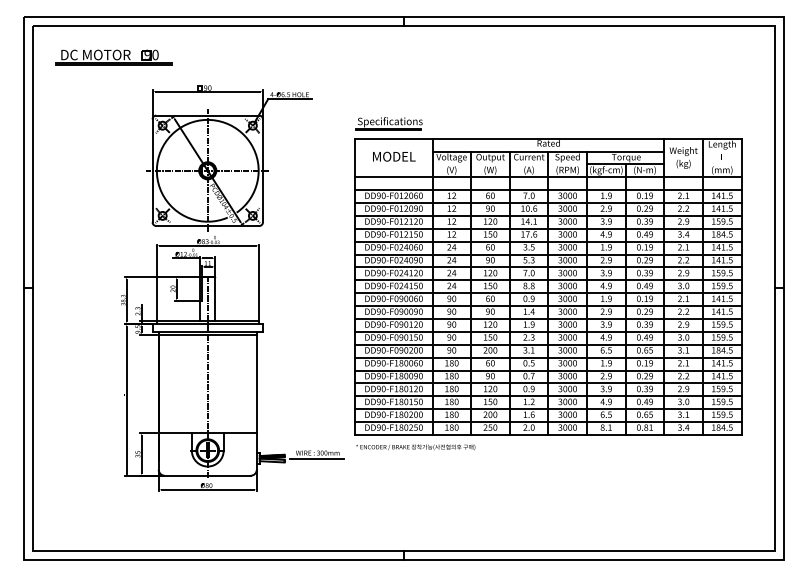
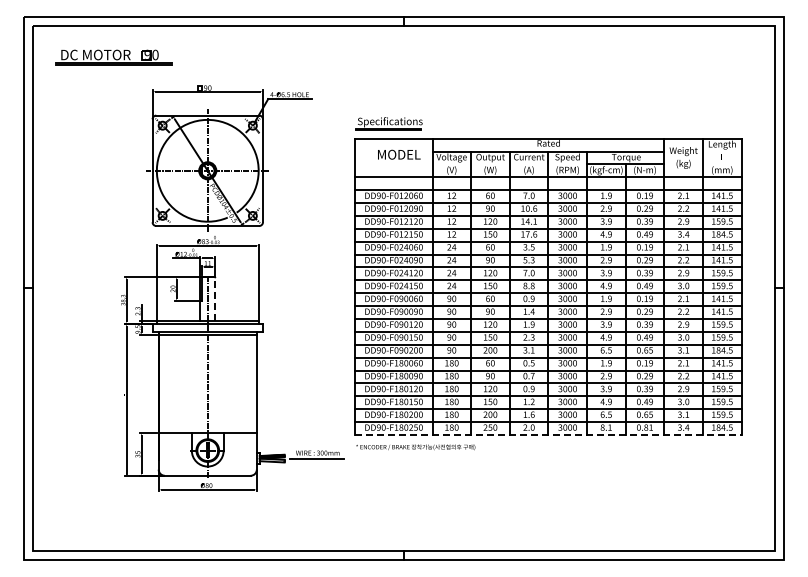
text at (394, 156) position: (394, 156) -> (399, 154)
line at (215, 299): solid -> dashed
line at (548, 434): solid -> dashed
